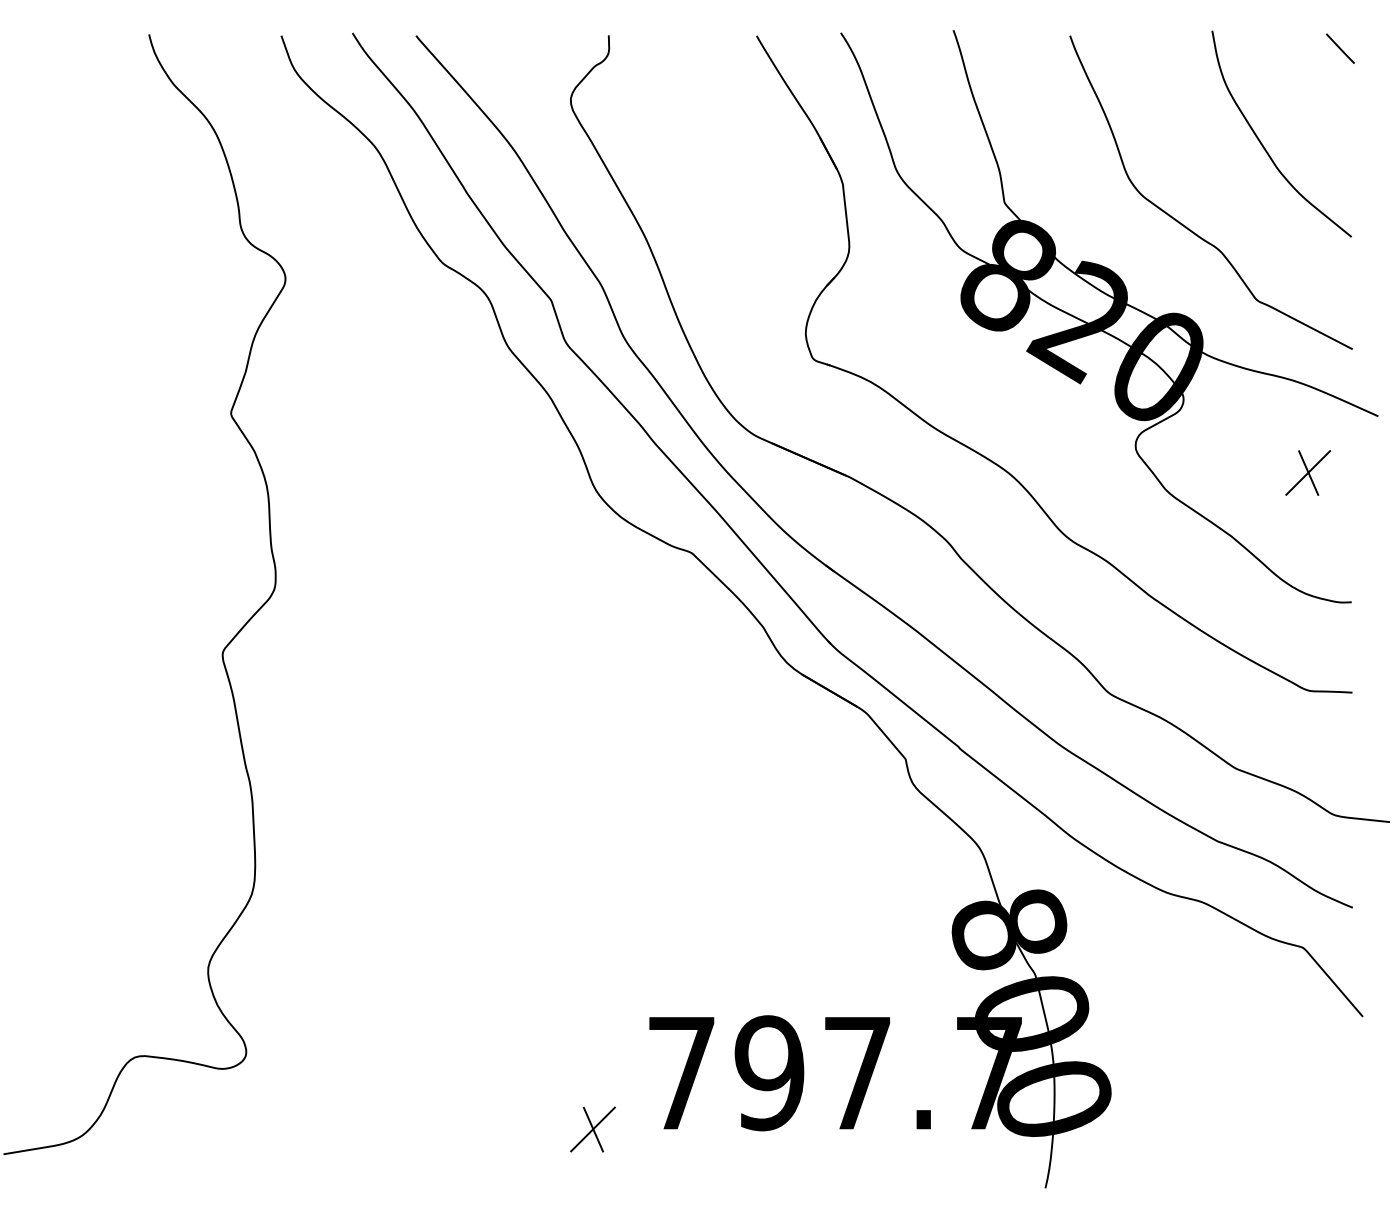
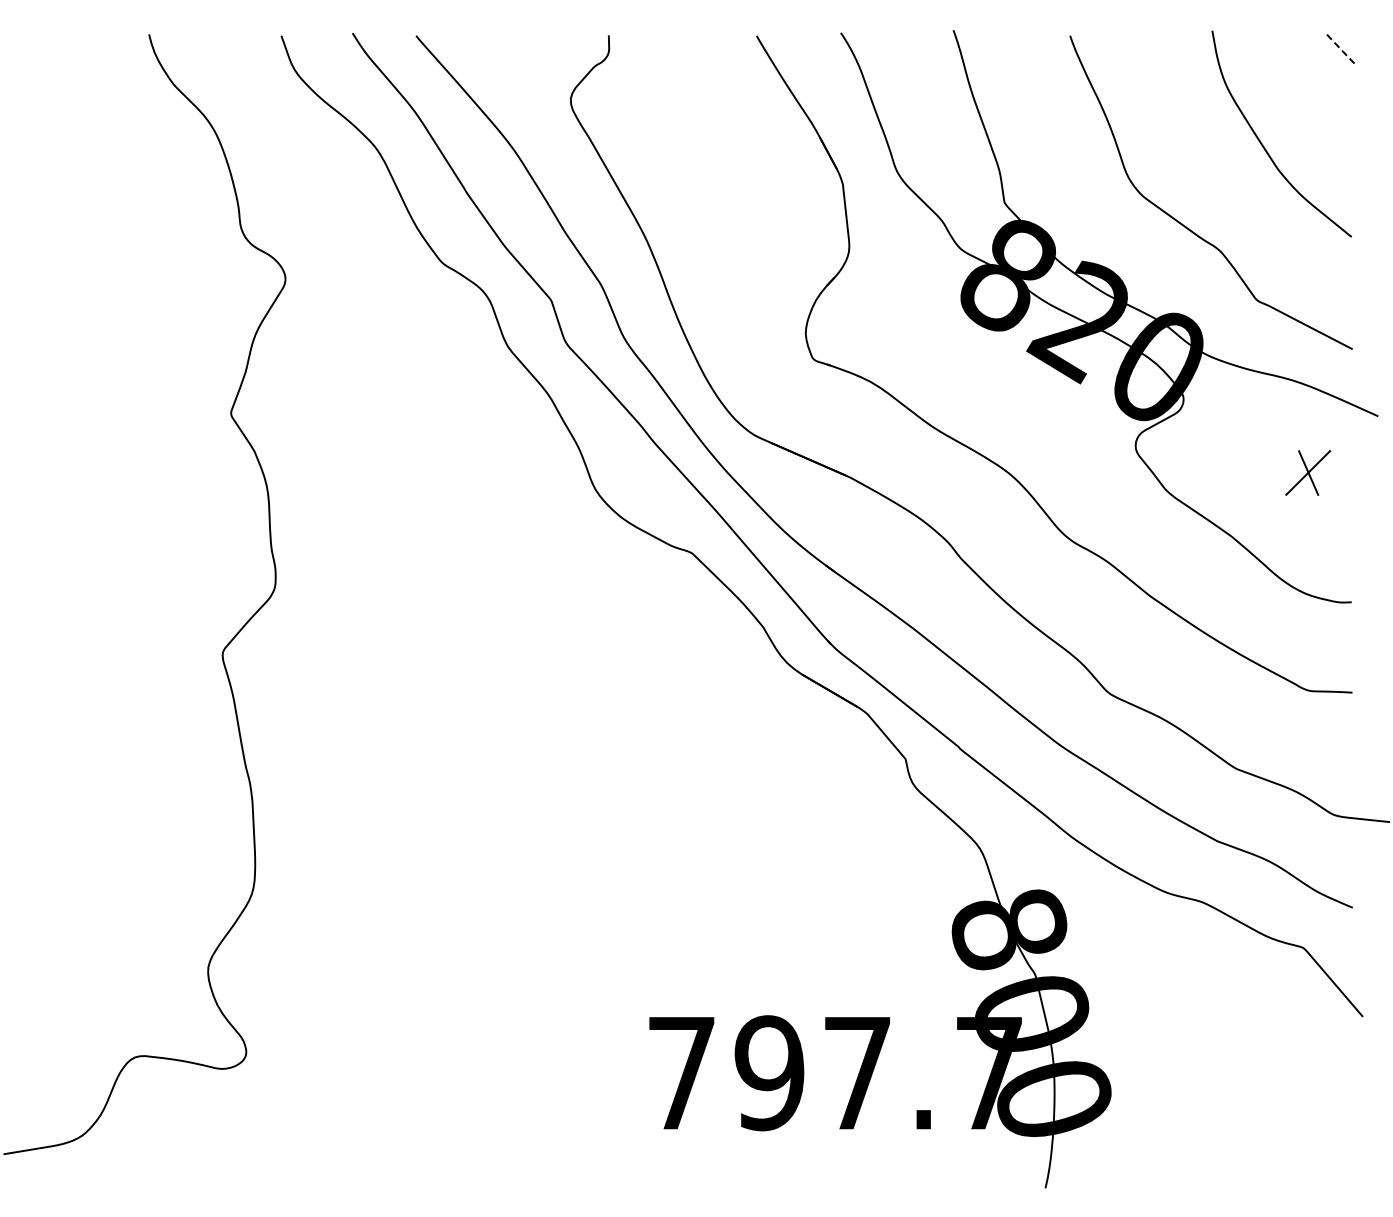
line at (1341, 49): solid -> dashed
part at (592, 1129): present -> none
